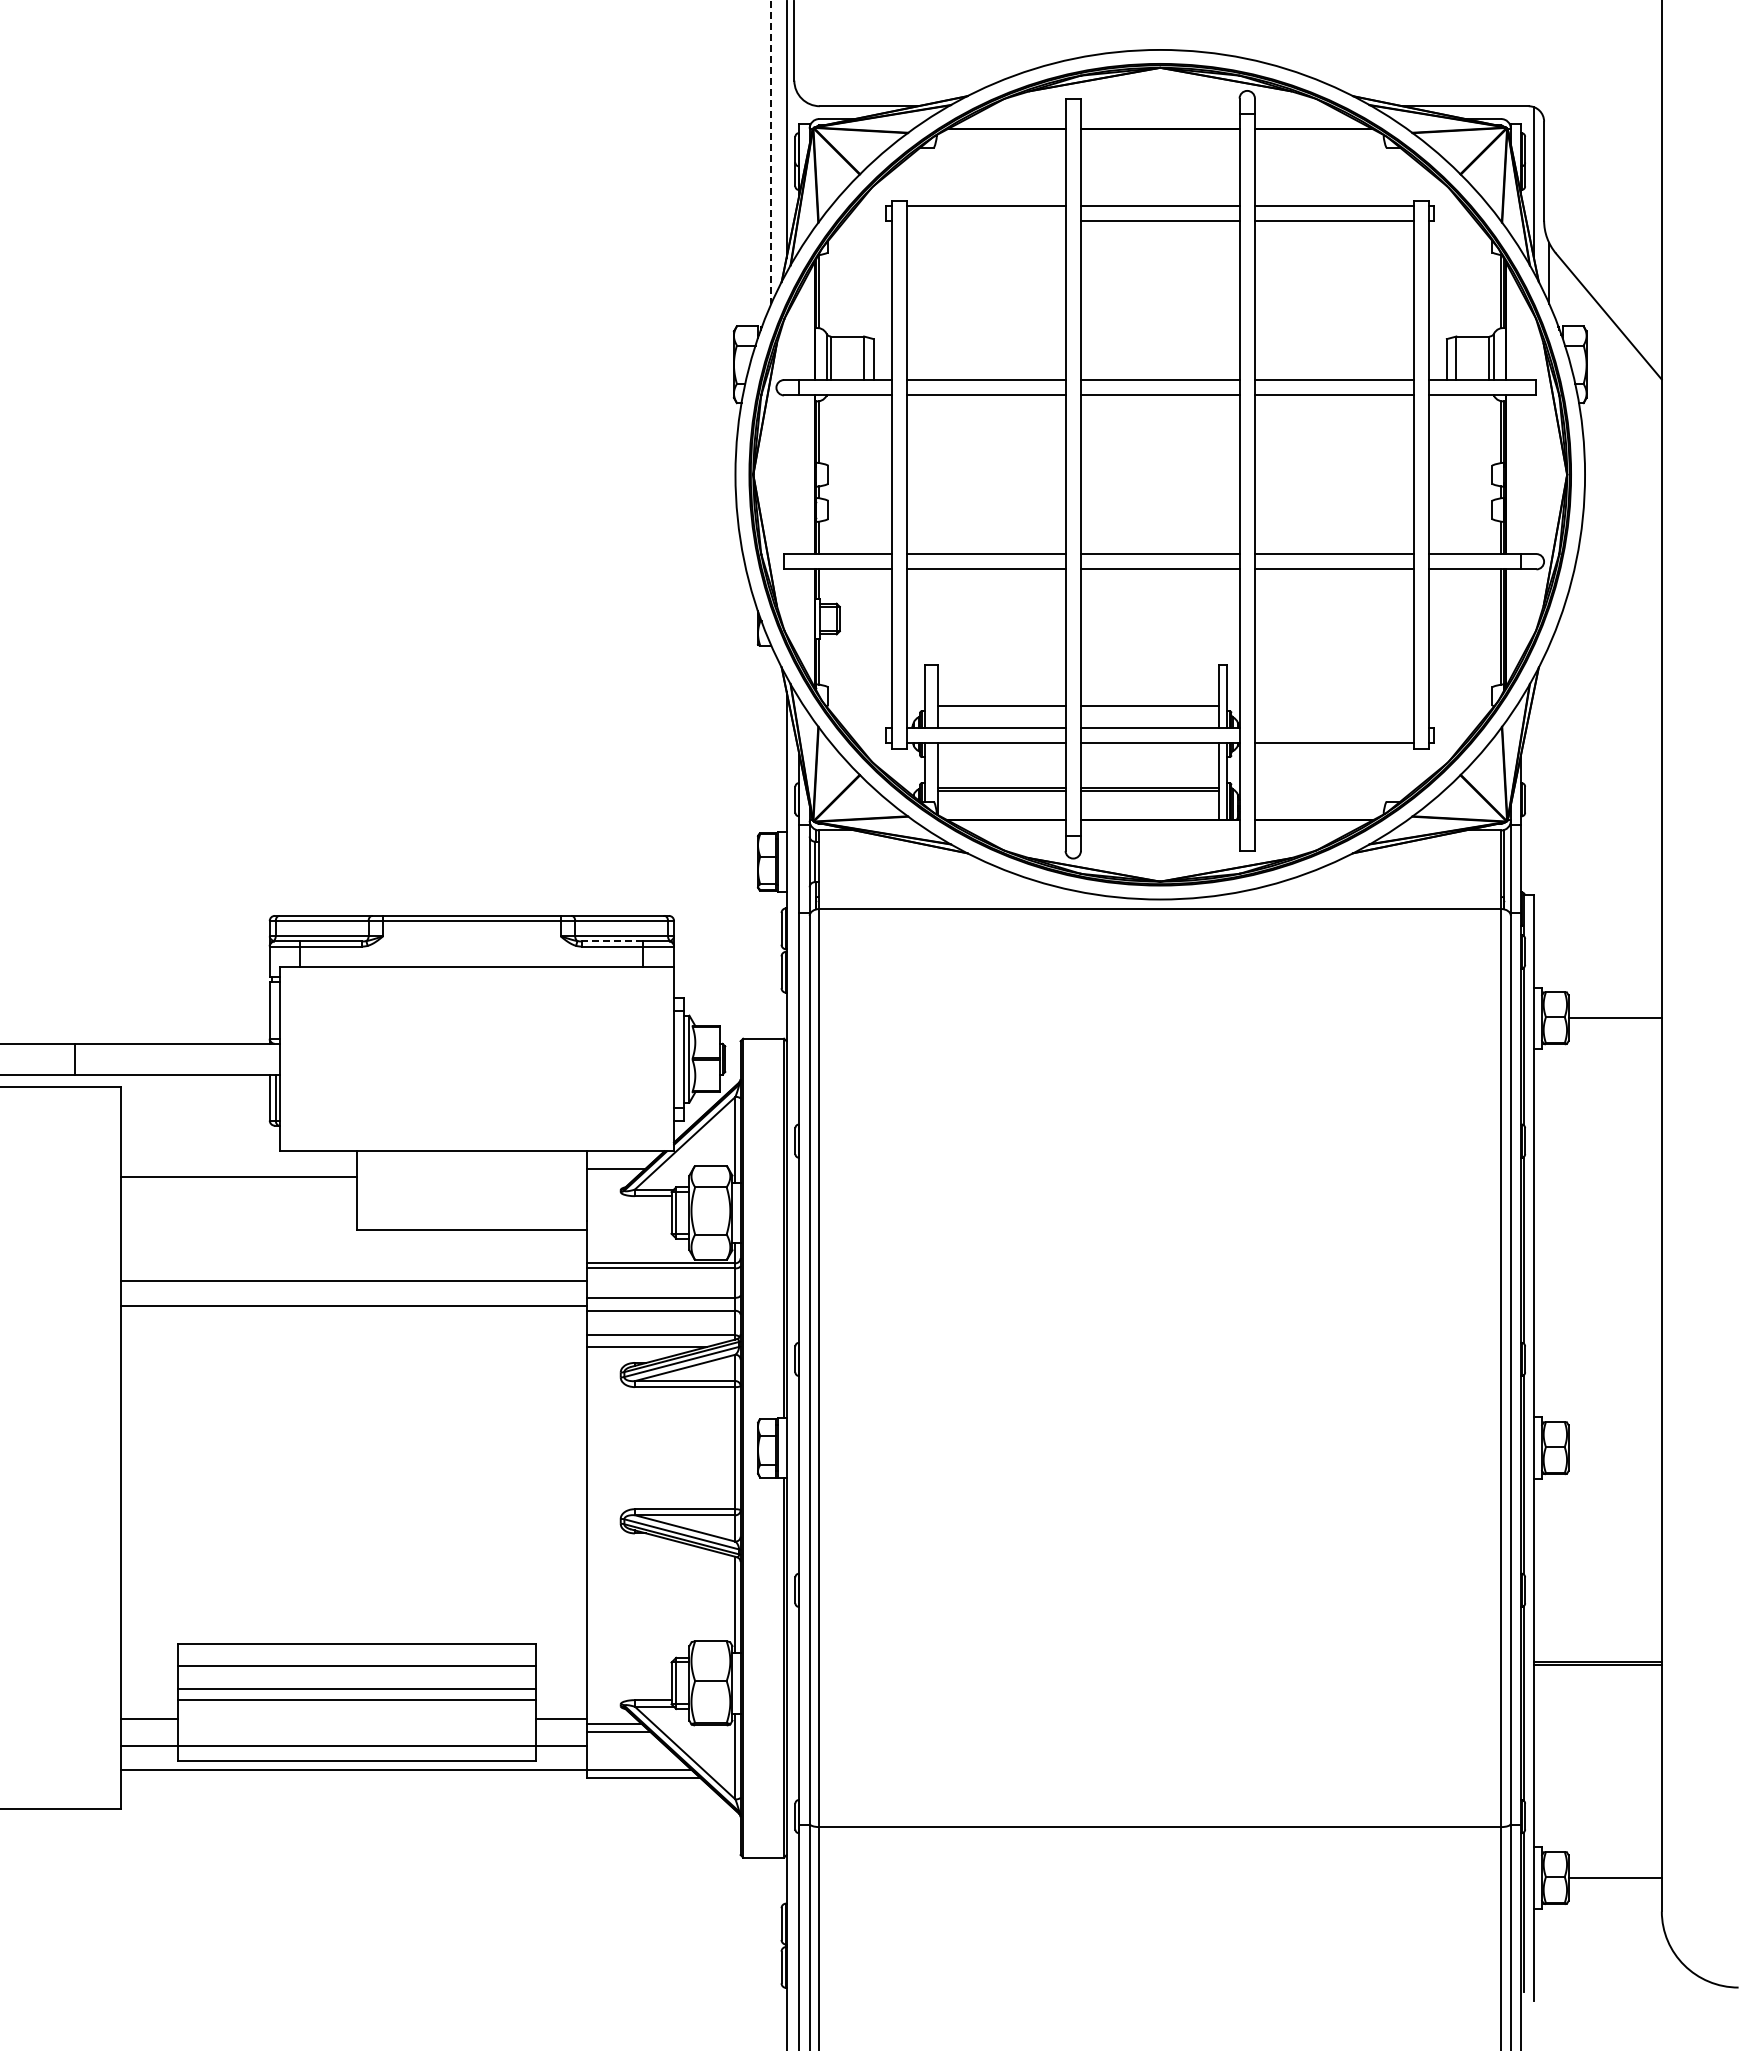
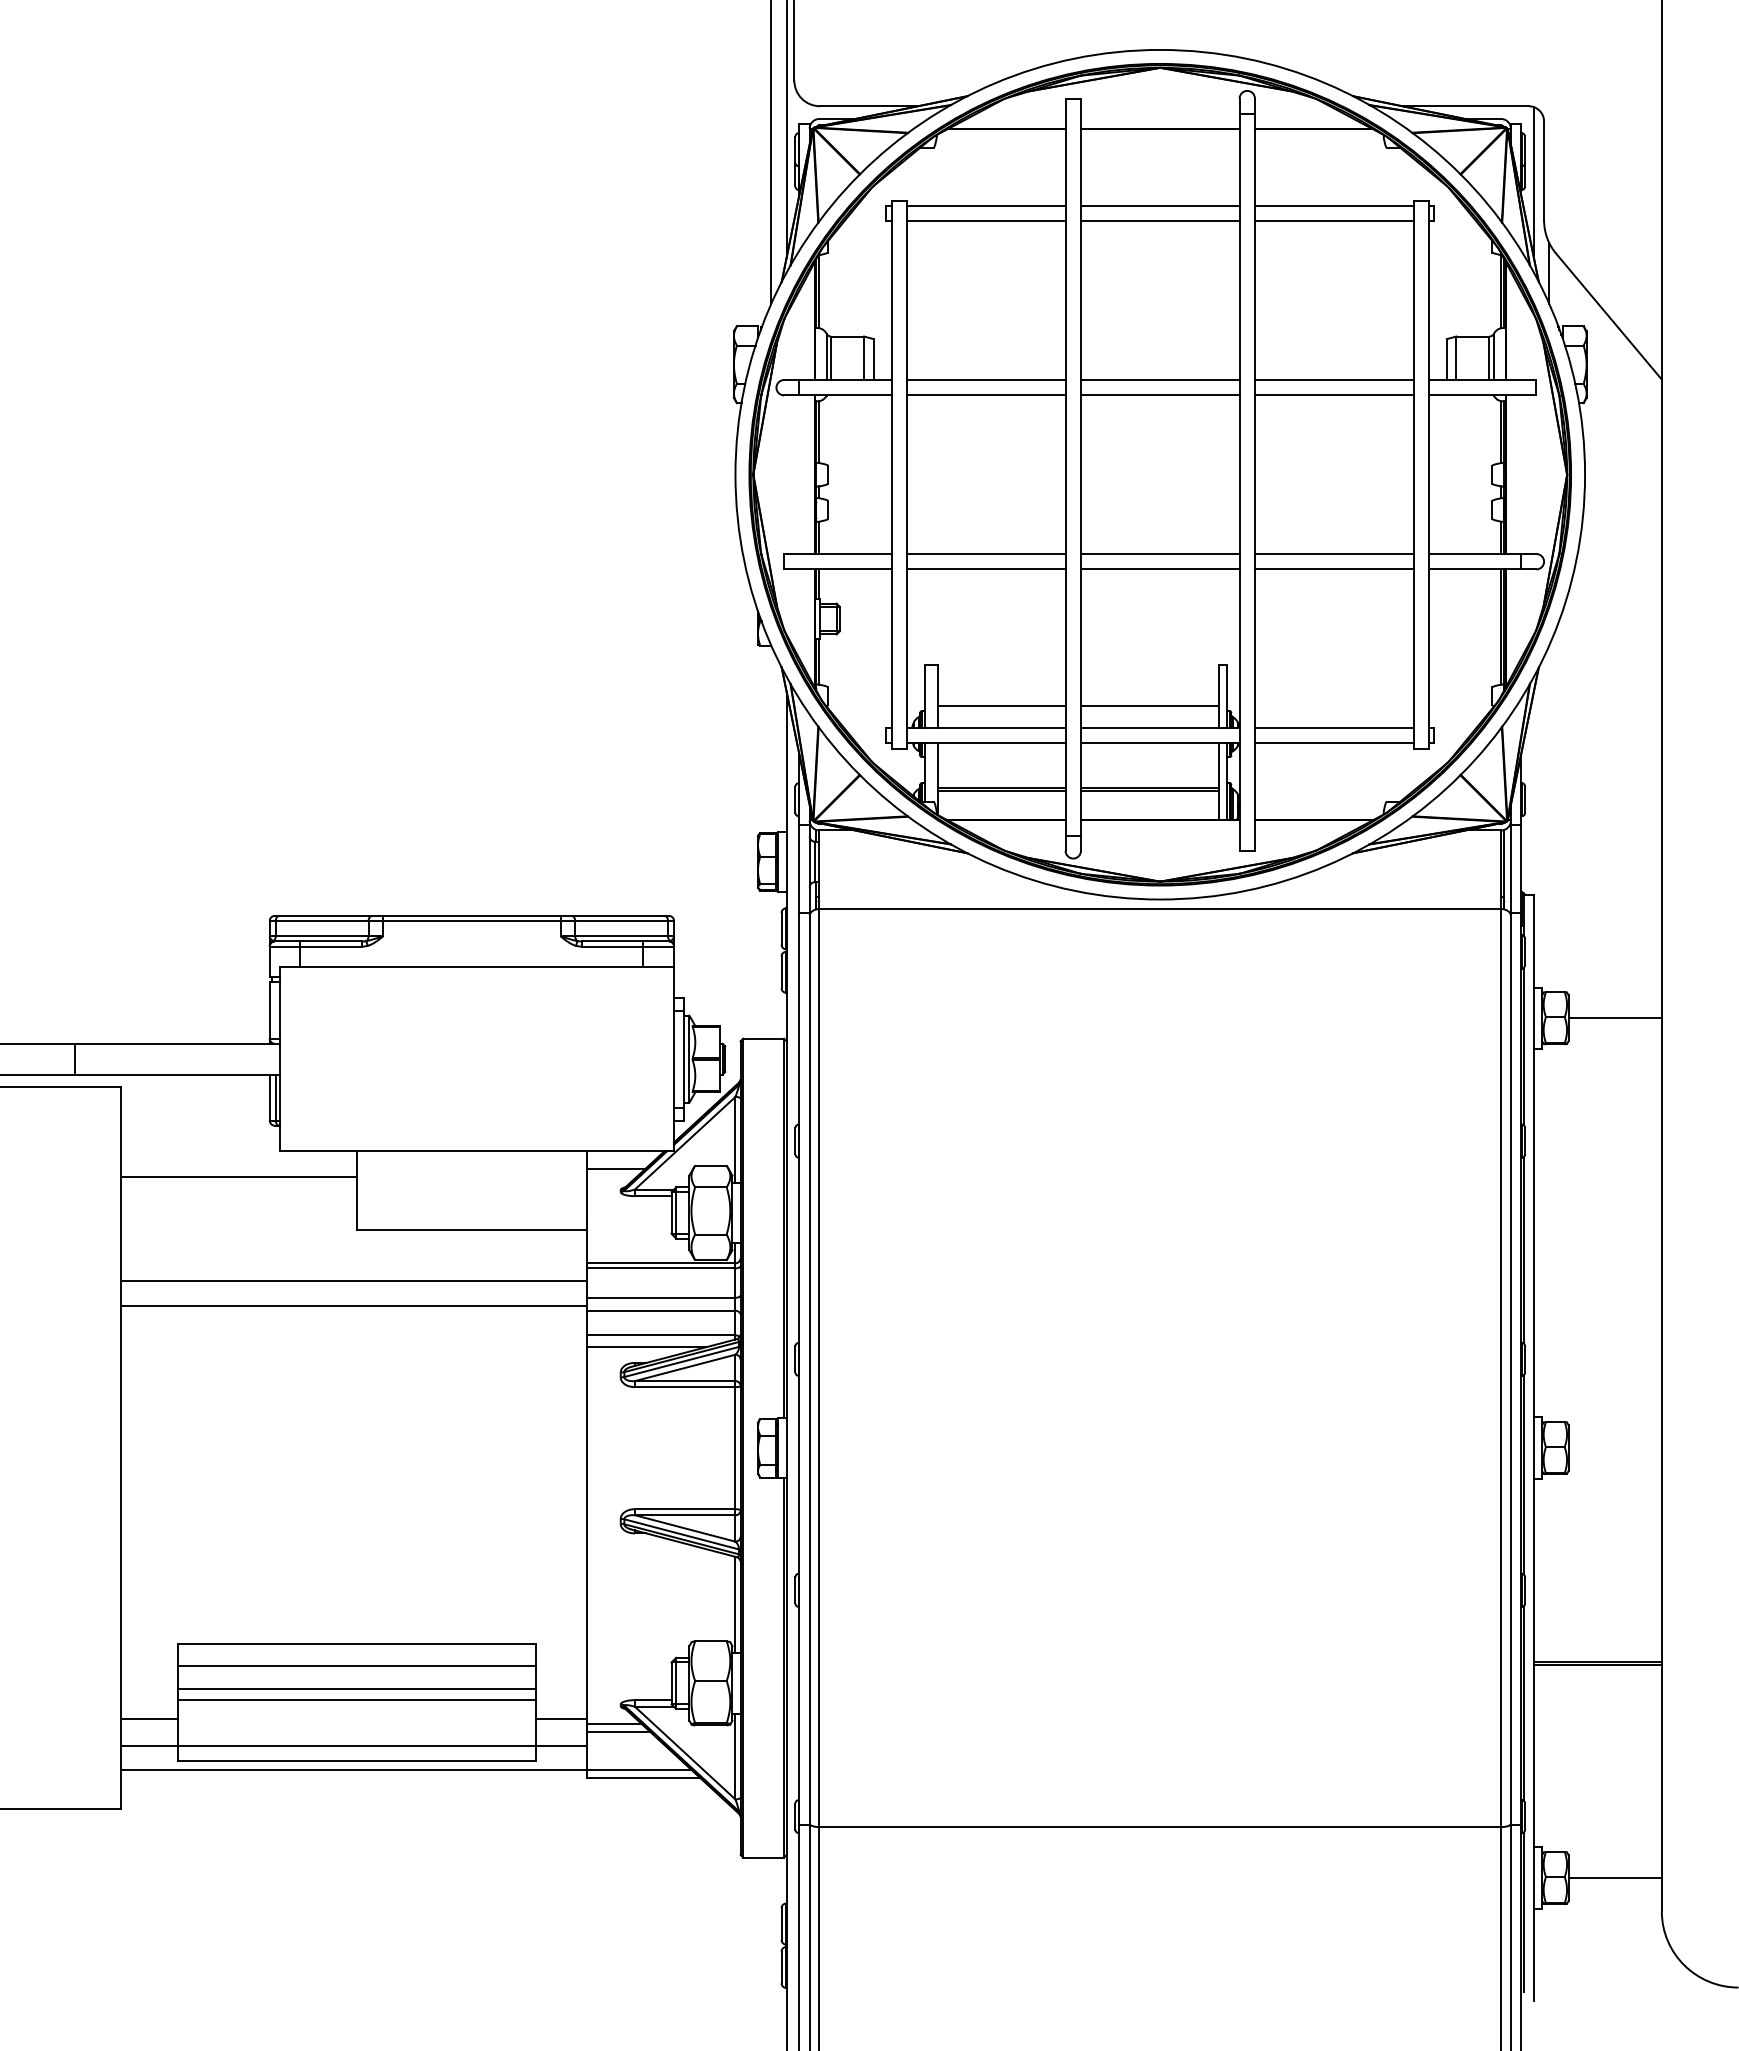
line at (771, 153): dashed -> solid
line at (985, 221): none -> present
line at (1333, 728): none -> present
line at (612, 941): dashed -> solid
